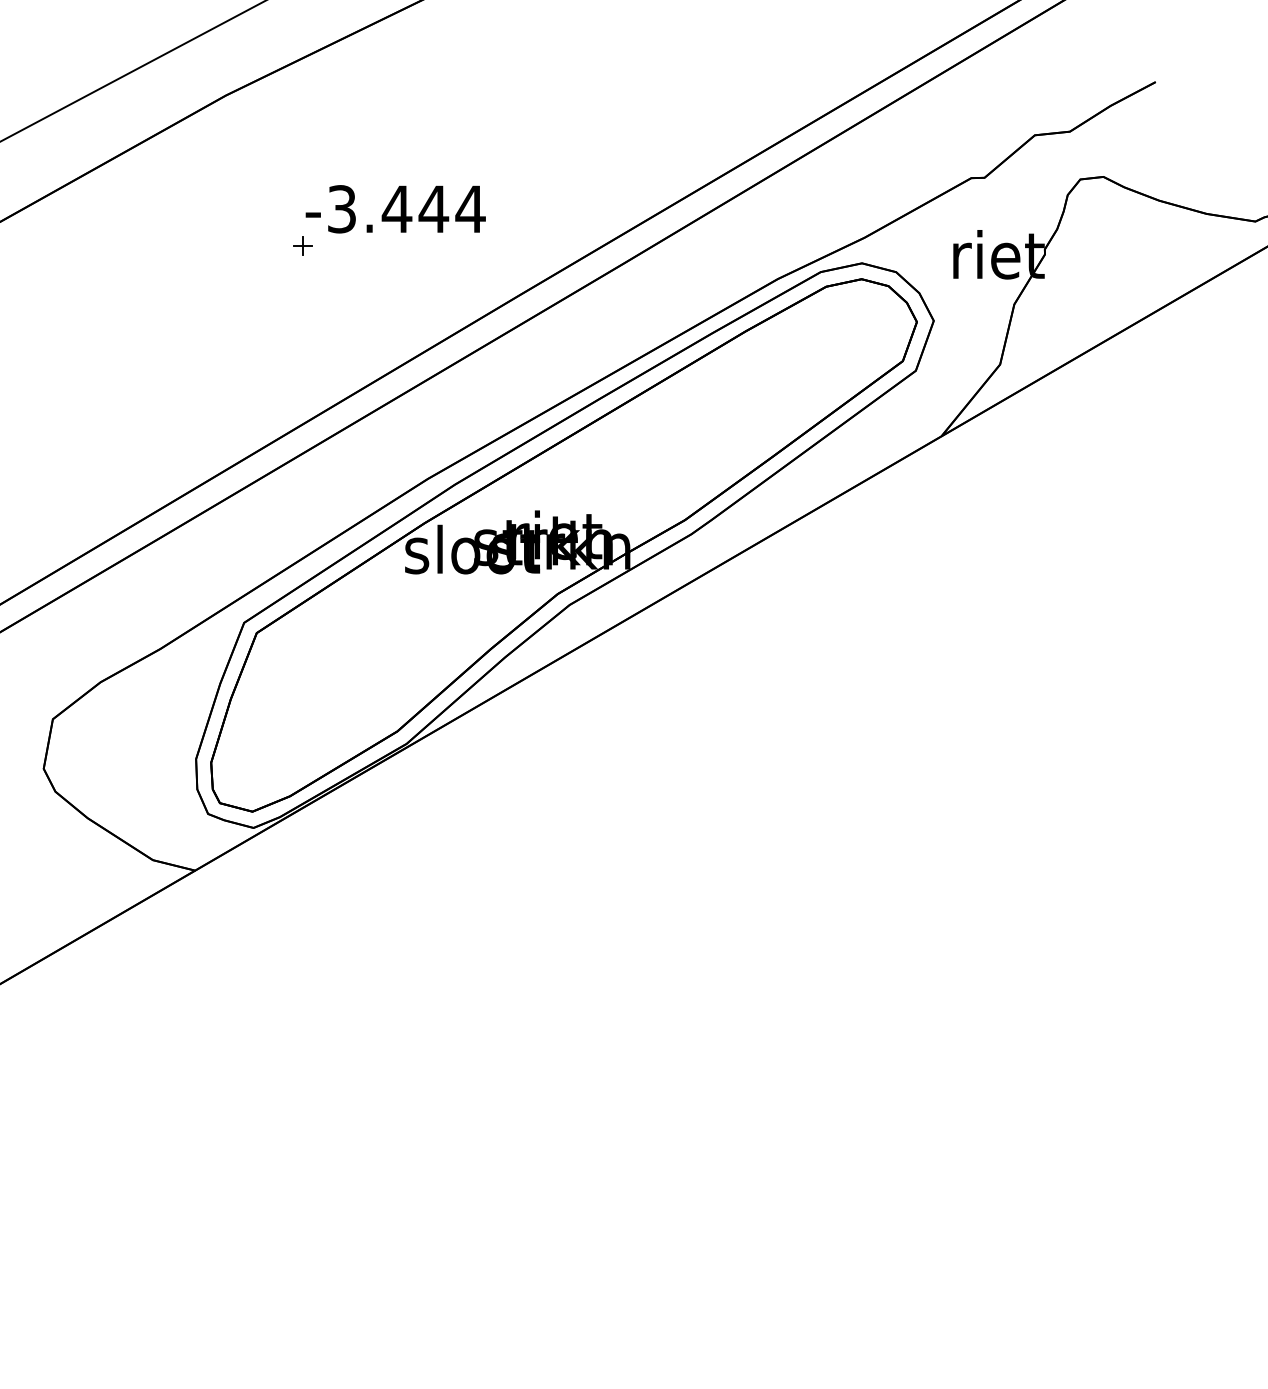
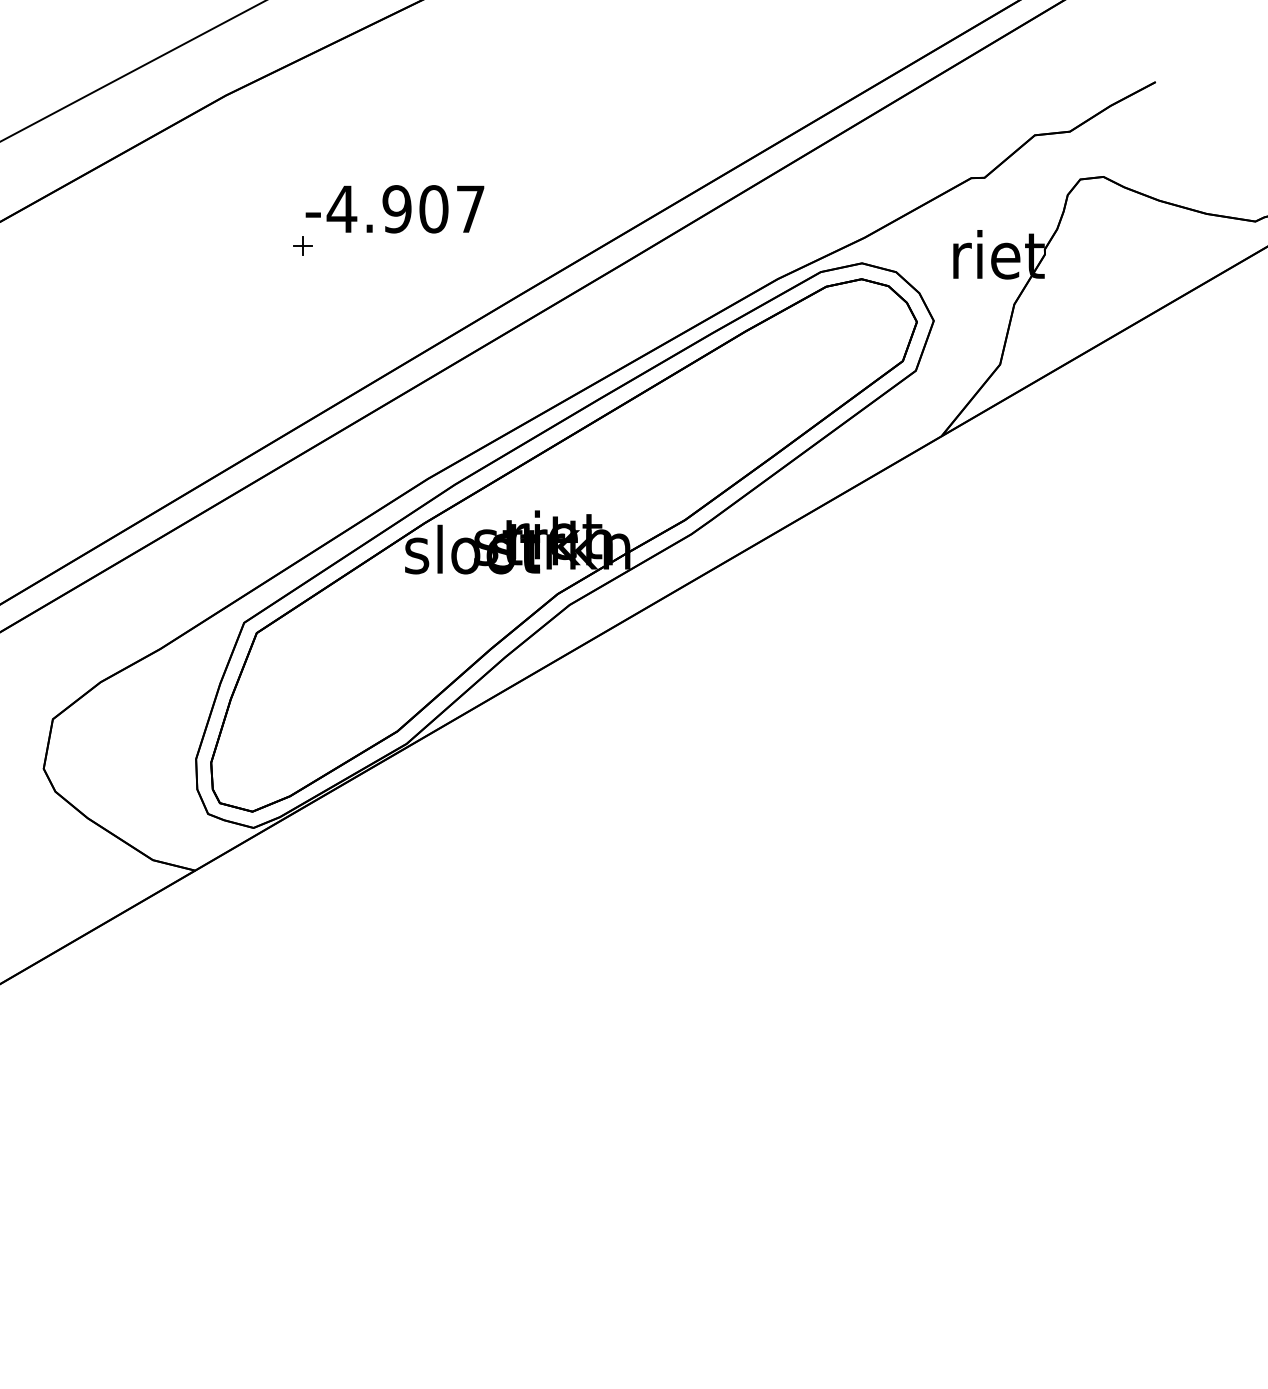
text at (405, 209): -3.444 -> -4.907
